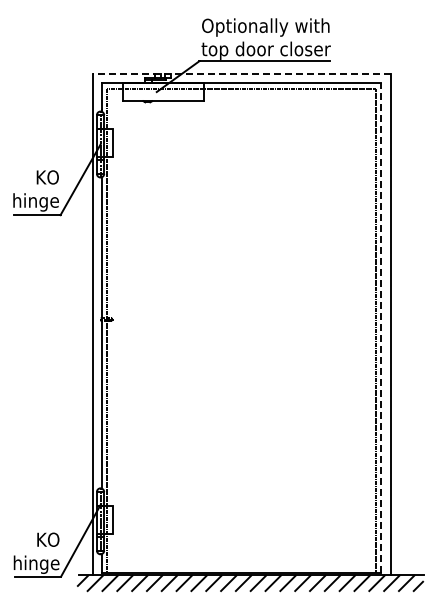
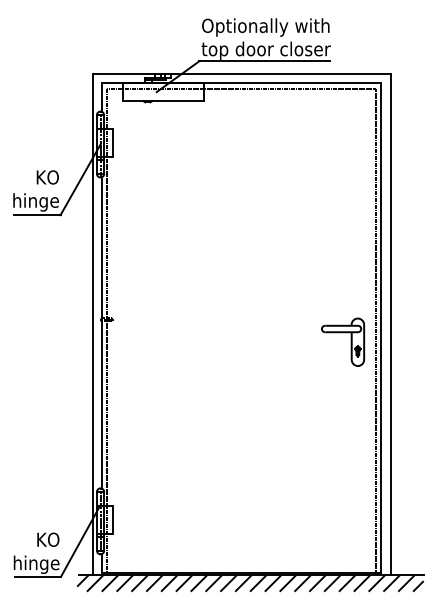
line at (241, 73): dashed -> solid
line at (381, 327): dashed -> solid
part at (350, 341): none -> present
